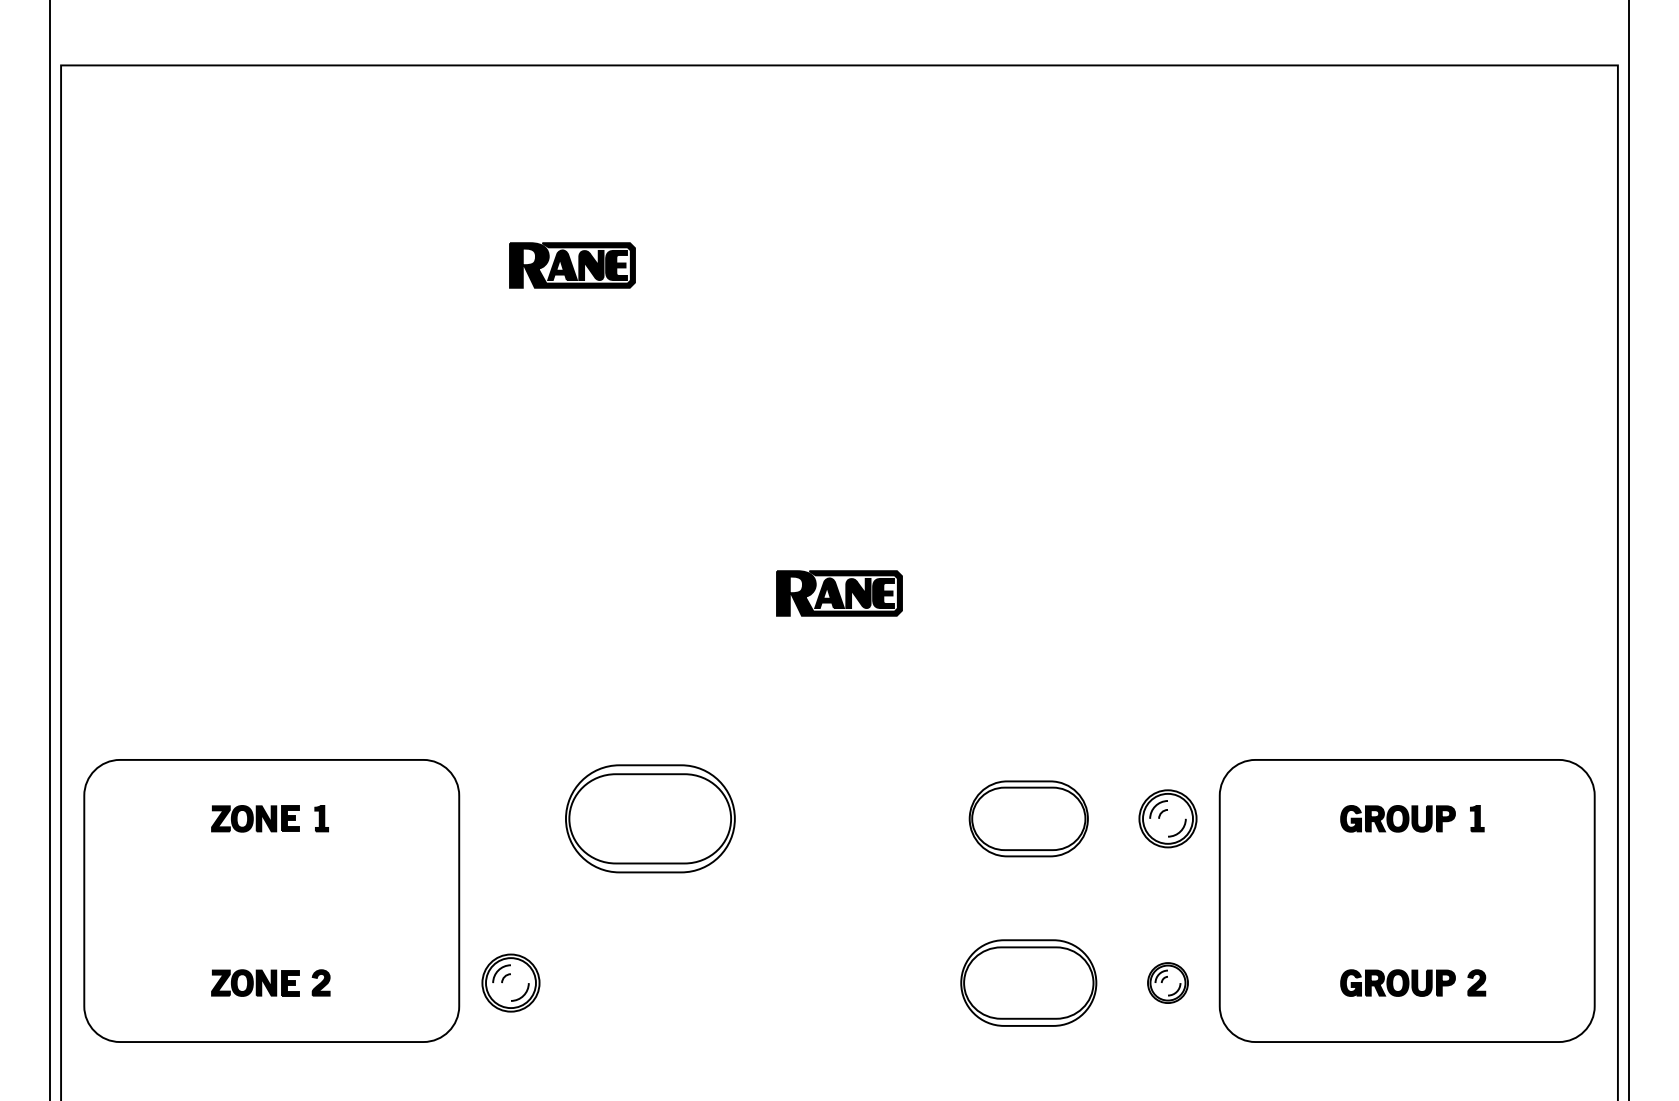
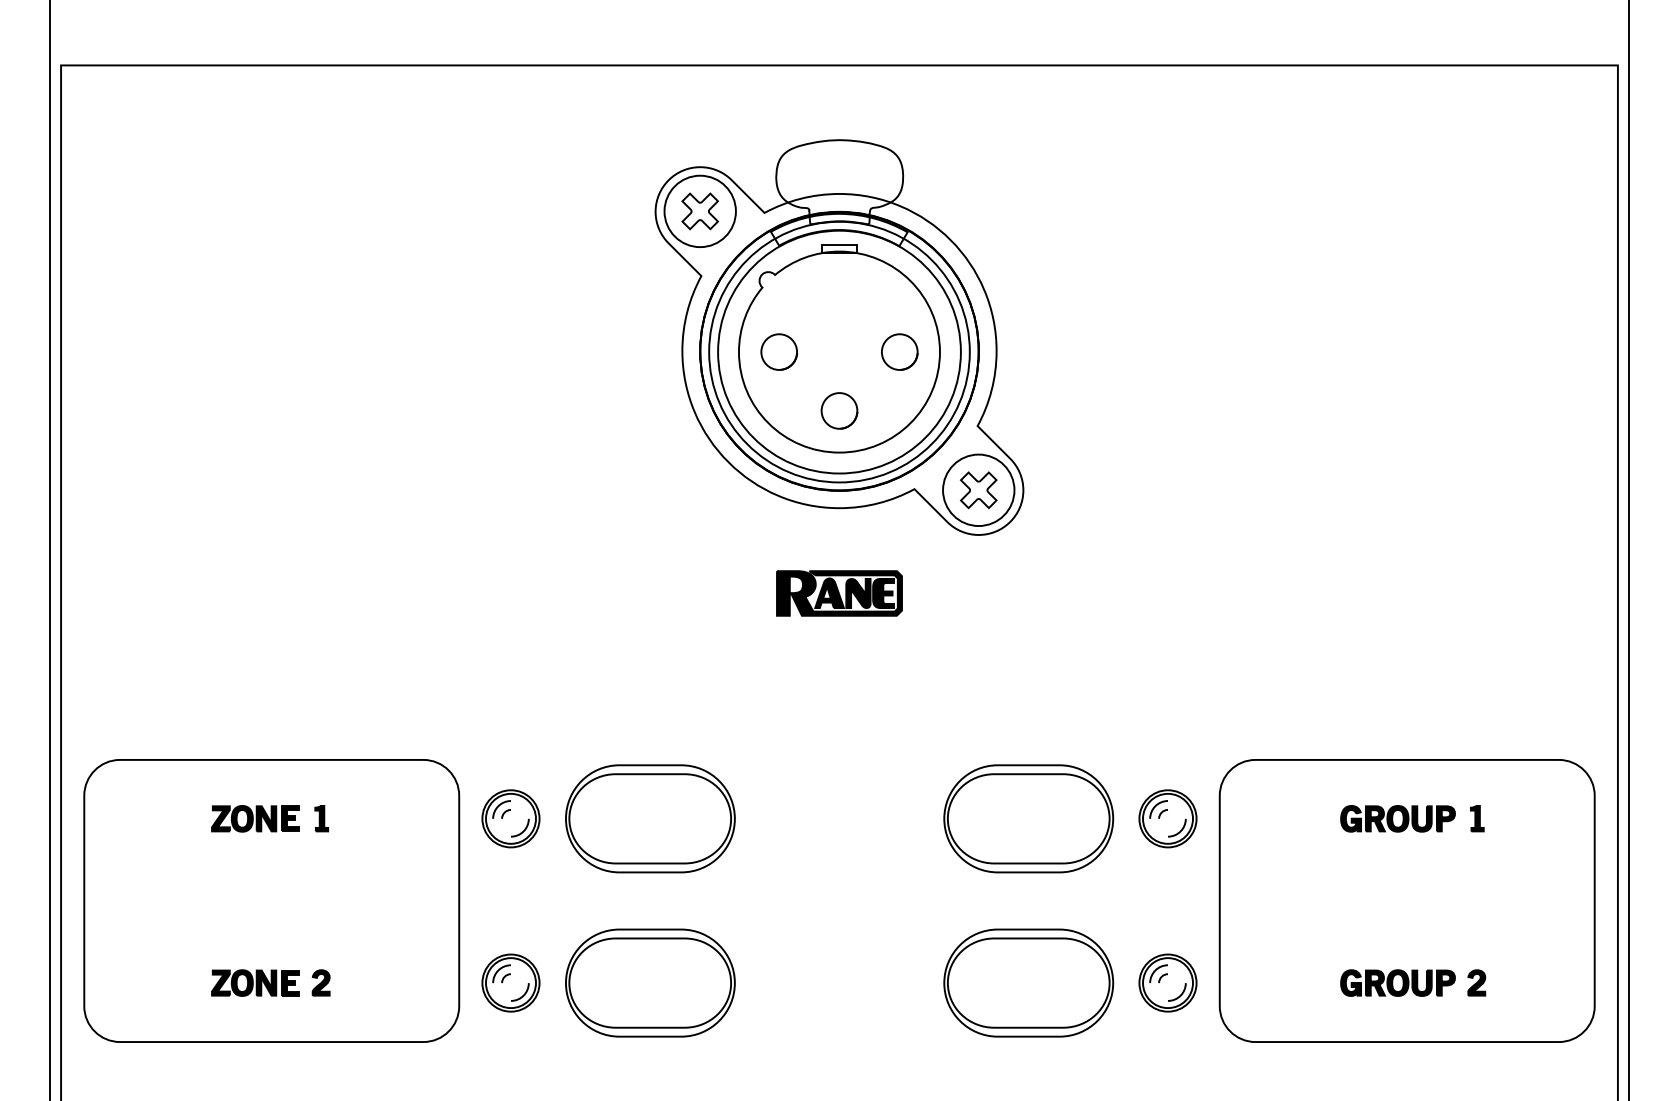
part at (572, 265): present -> none
part at (839, 337): none -> present
part at (510, 818): none -> present
part at (1028, 818) size: 121x78 px -> 172x110 px
part at (650, 982): none -> present
part at (1028, 982) size: 138x88 px -> 172x110 px
part at (1167, 982) size: 42x42 px -> 60x60 px
